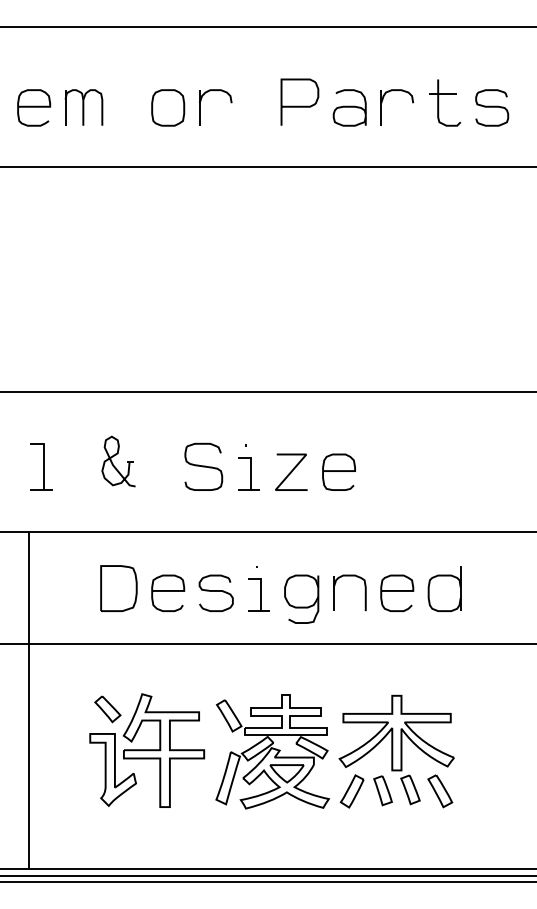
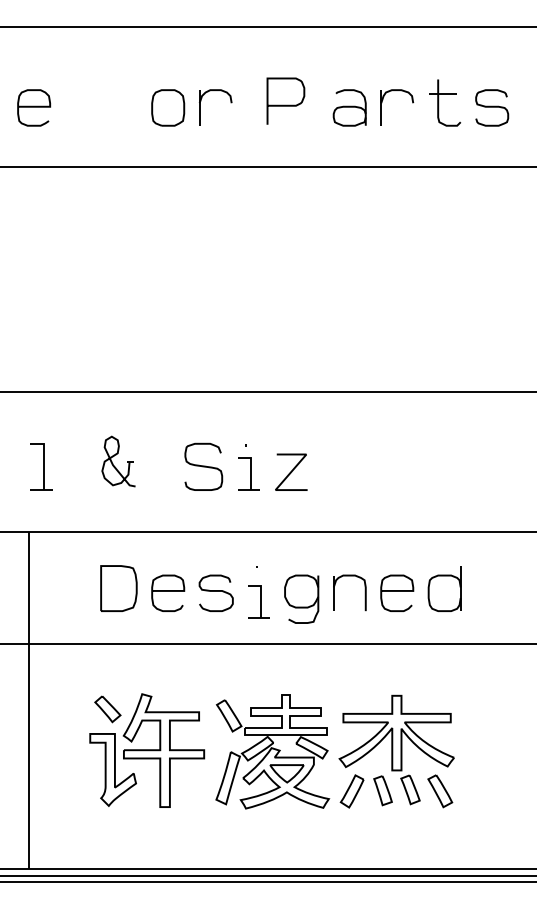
curve at (299, 105) position: (299, 105) -> (285, 104)
part at (83, 107): present -> none
curve at (338, 471): present -> none
part at (258, 594) position: (258, 594) -> (258, 601)
